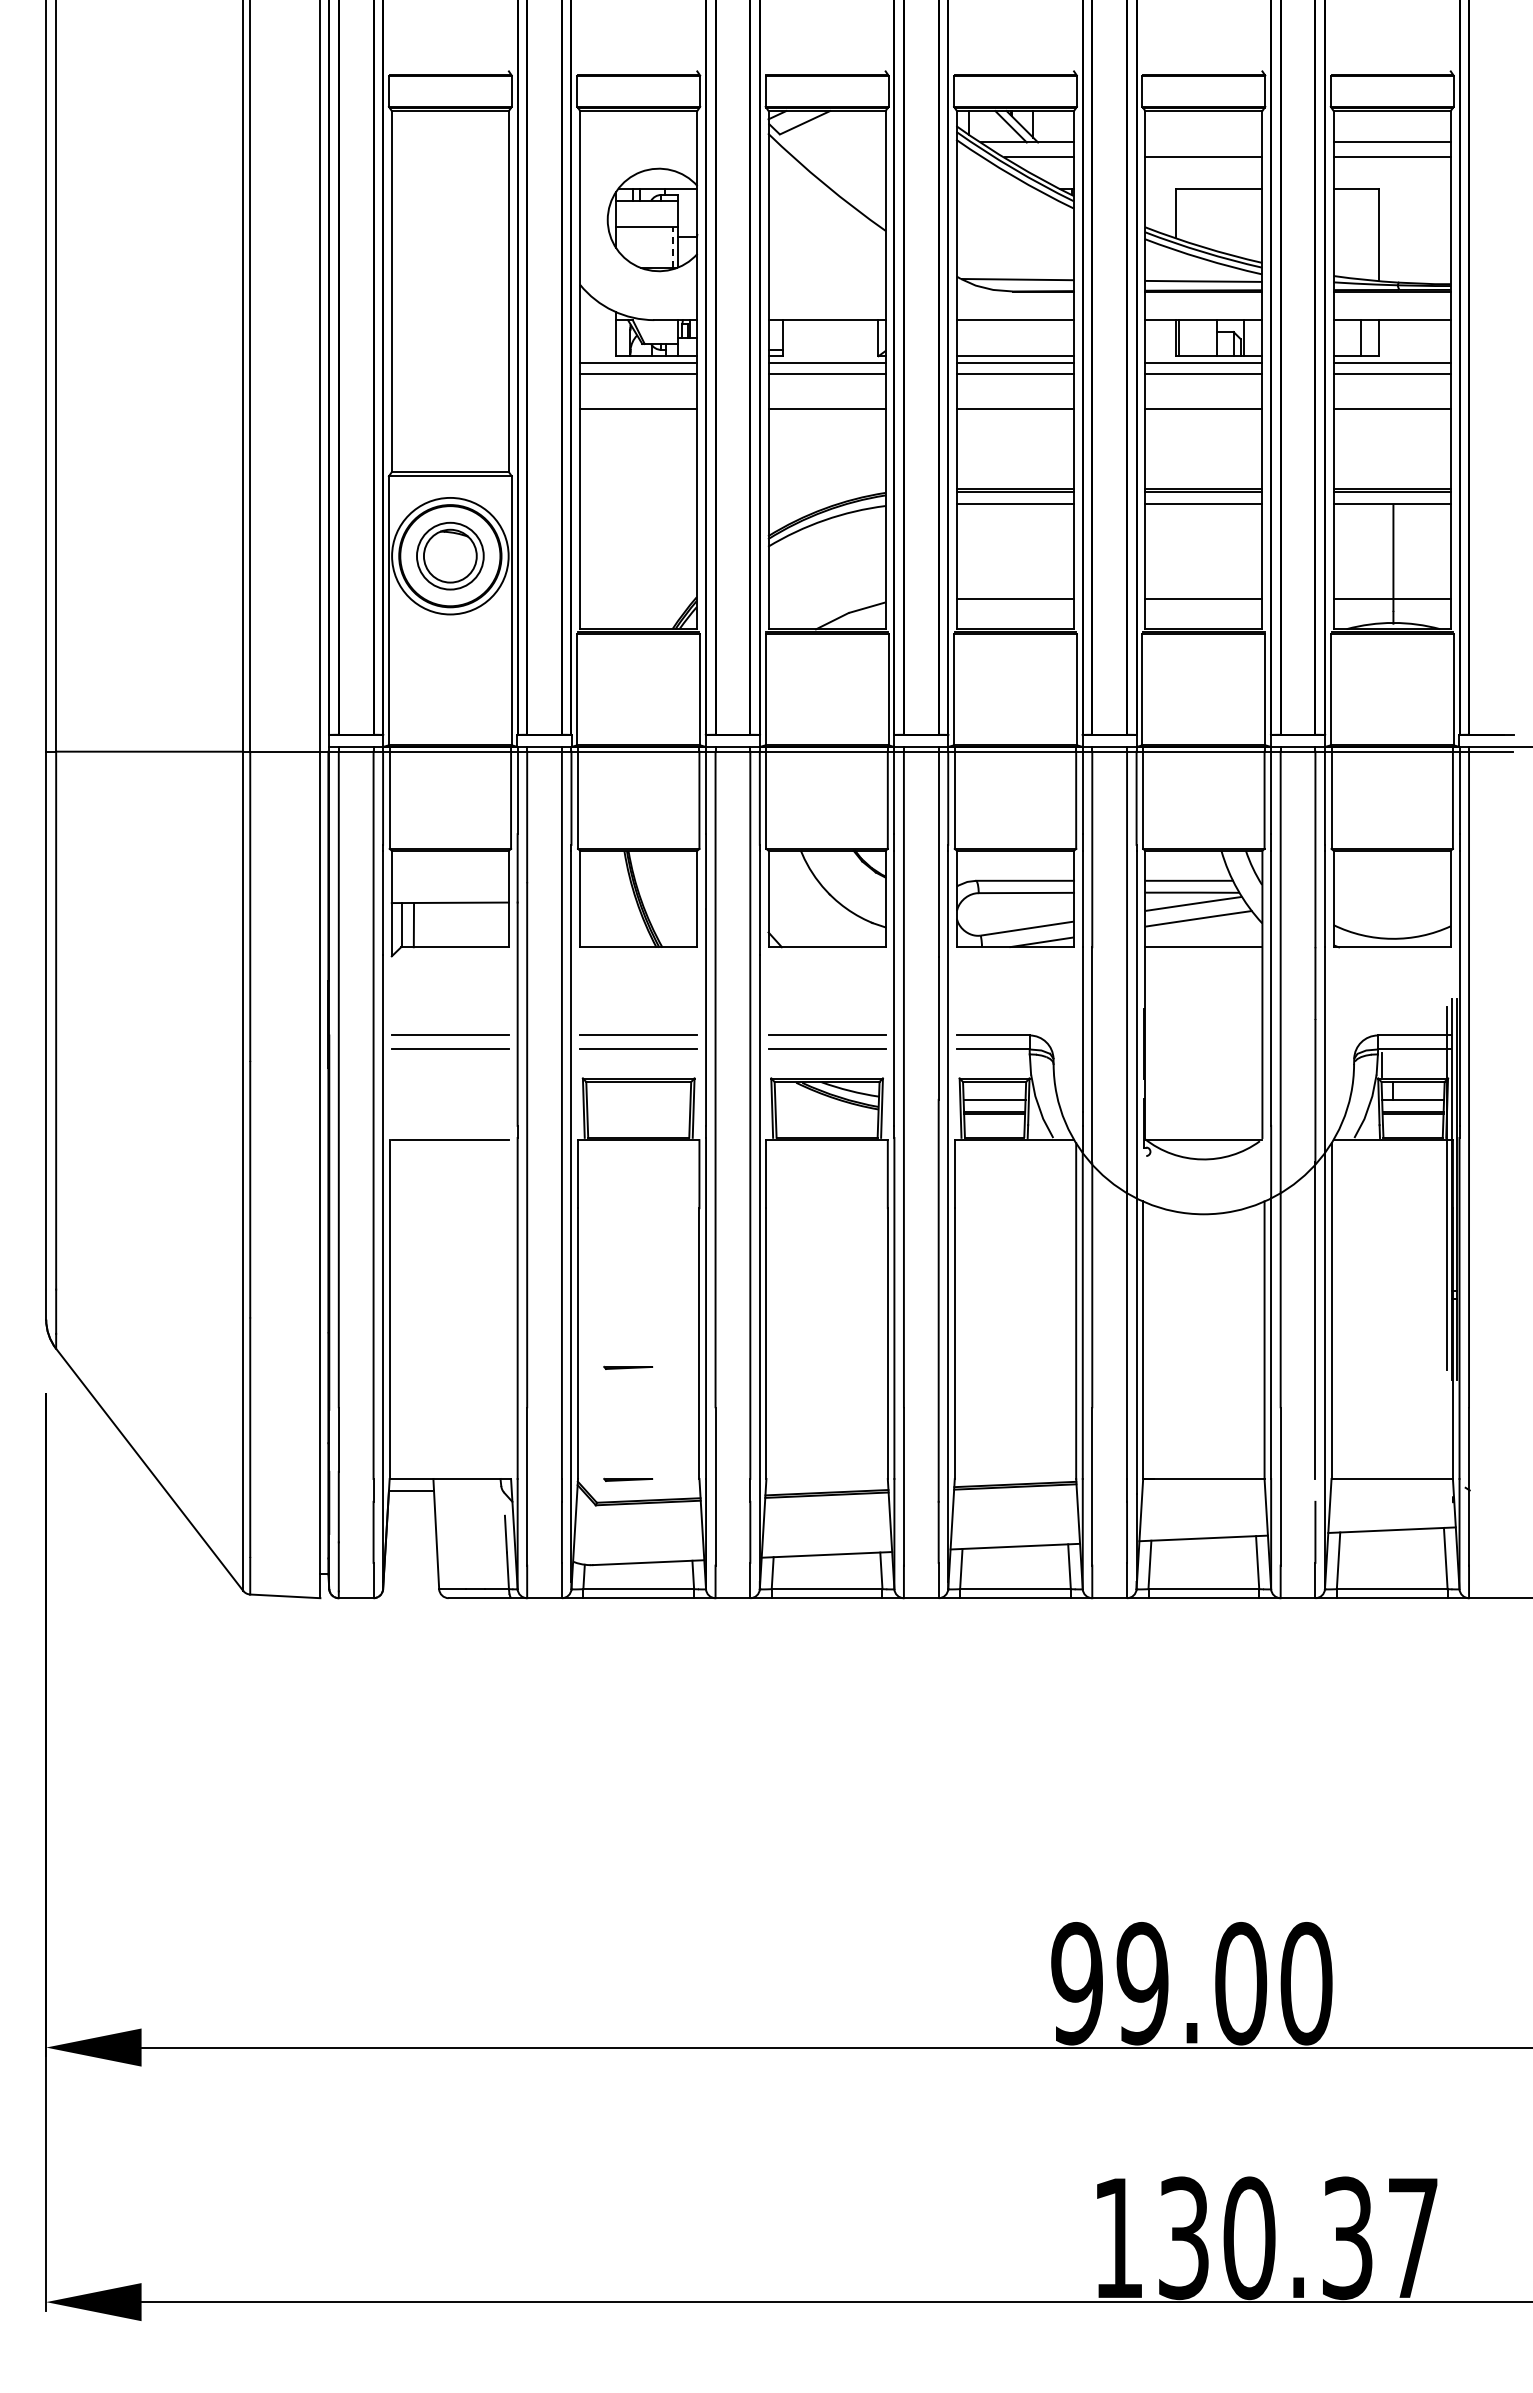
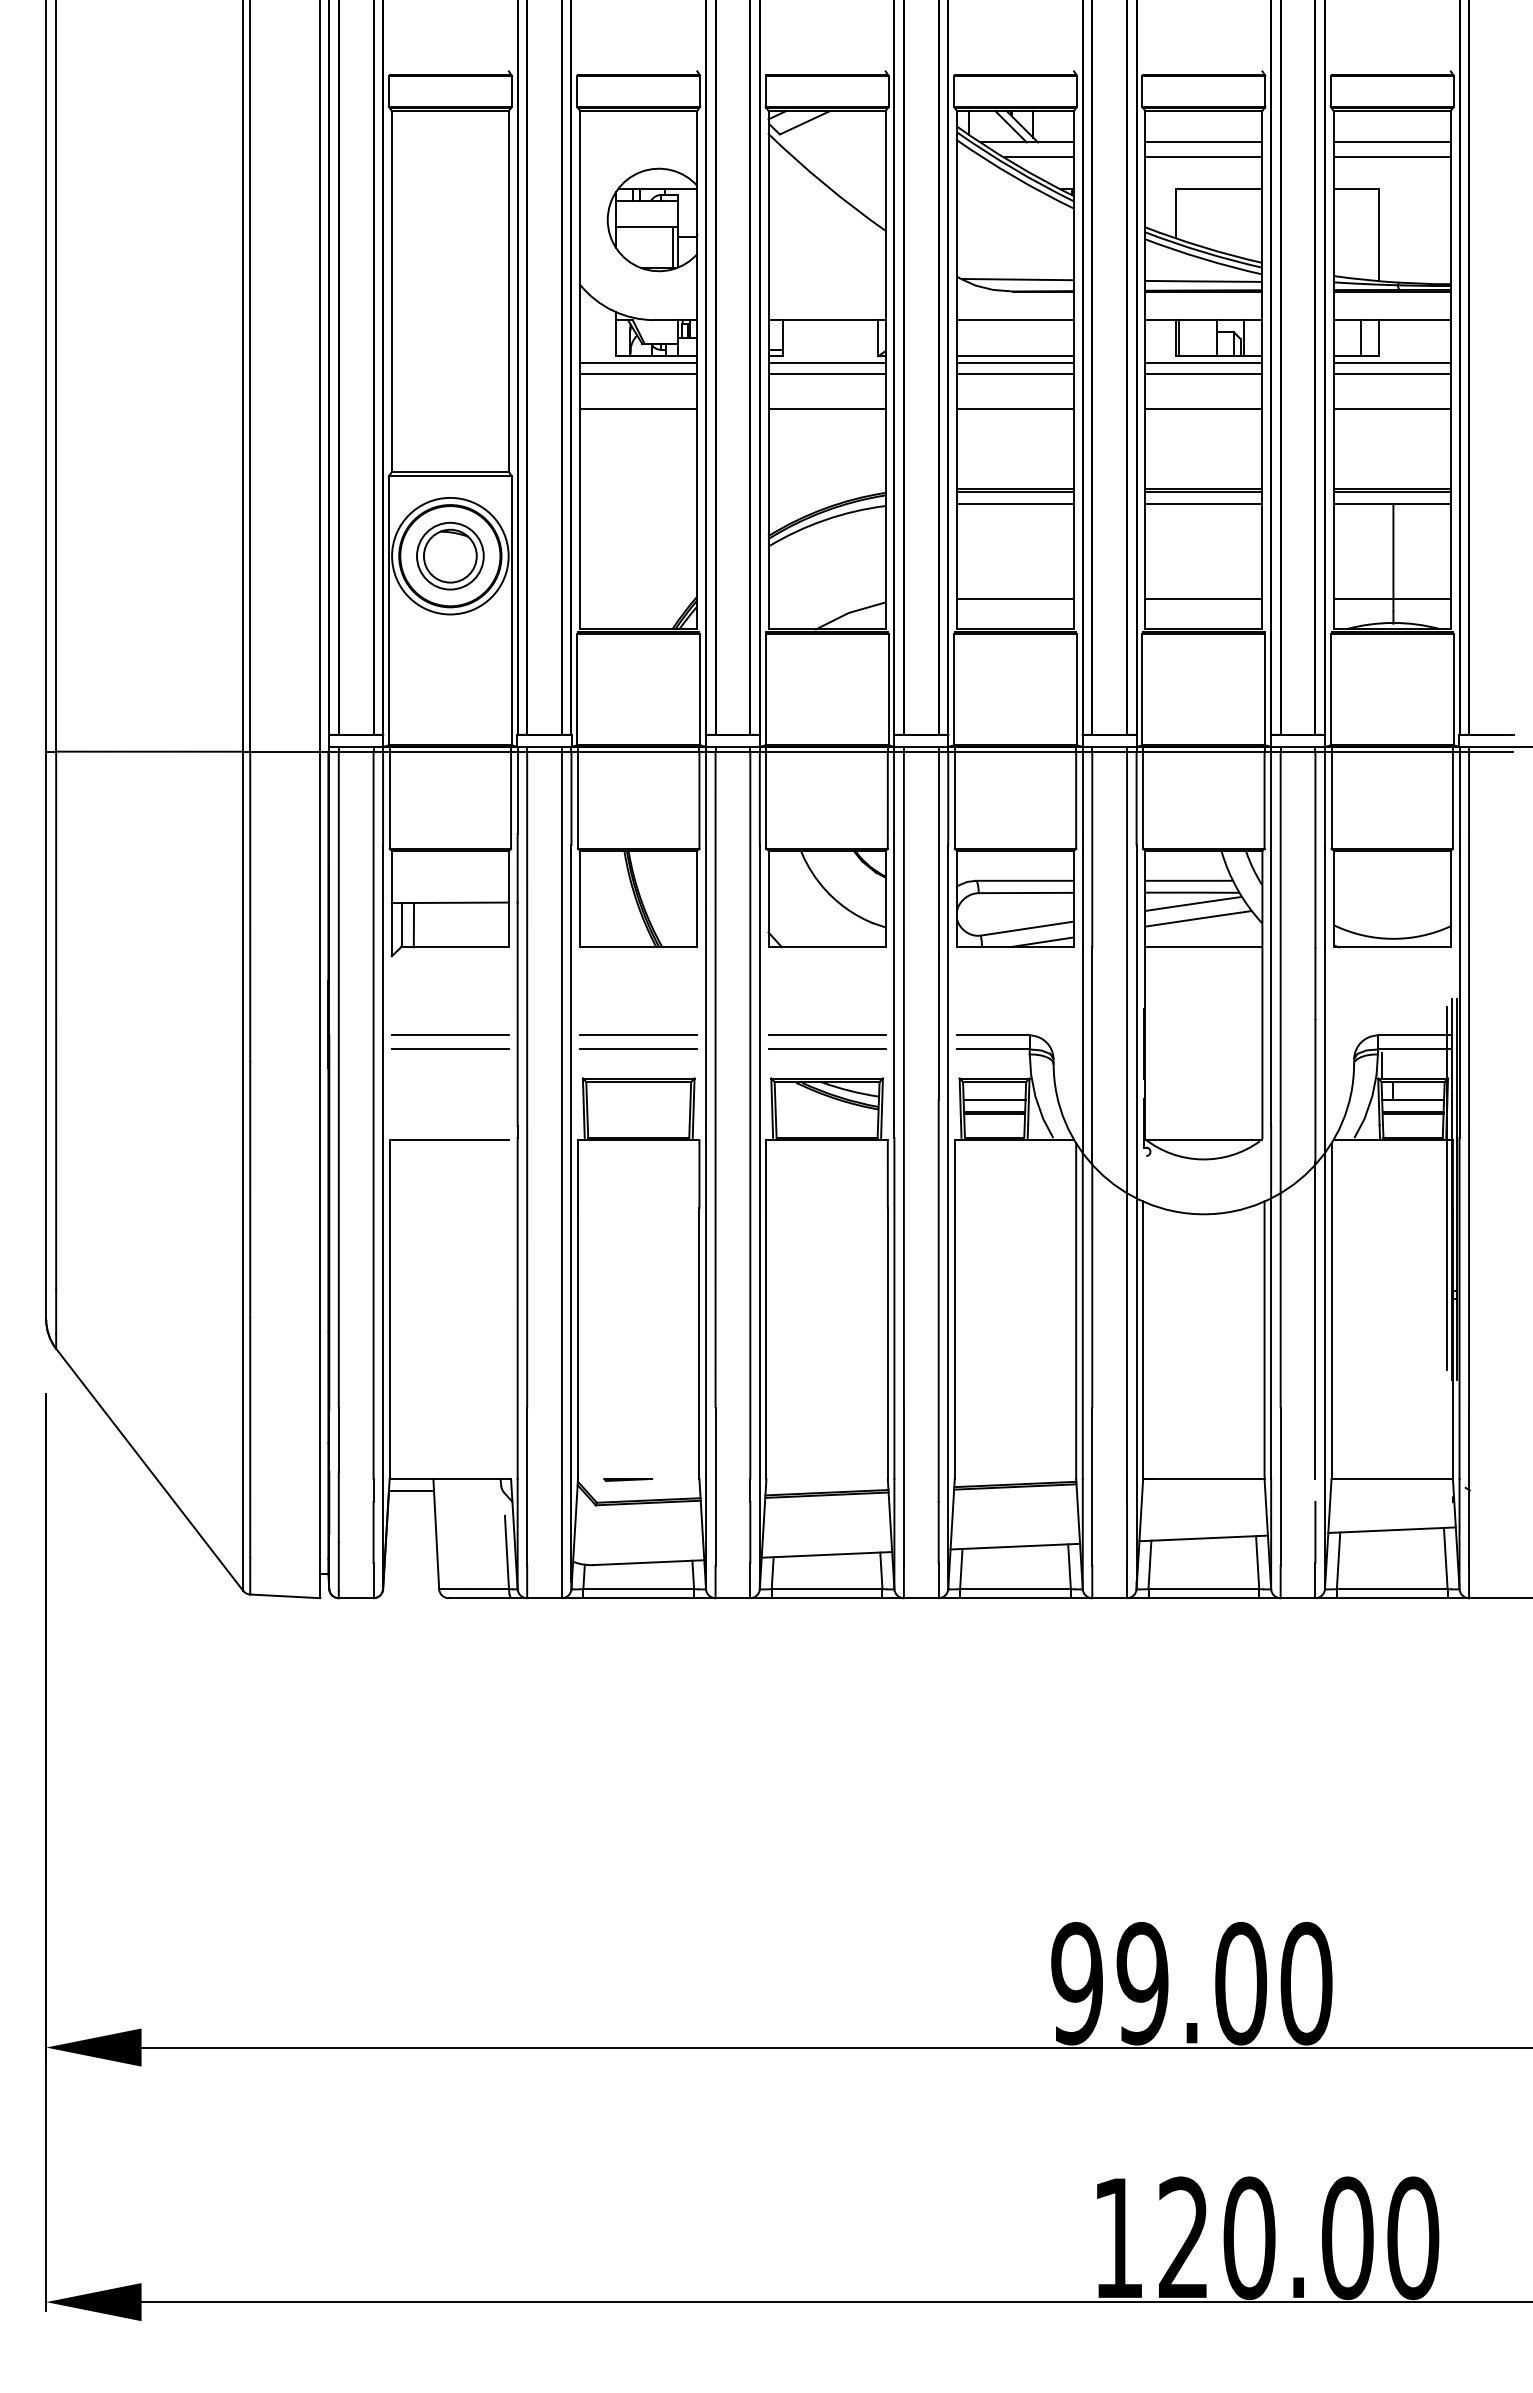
line at (1203, 142): none -> present
line at (673, 246): dashed -> solid
line at (628, 1367): present -> none
text at (1299, 2238): 130.37 -> 120.00
